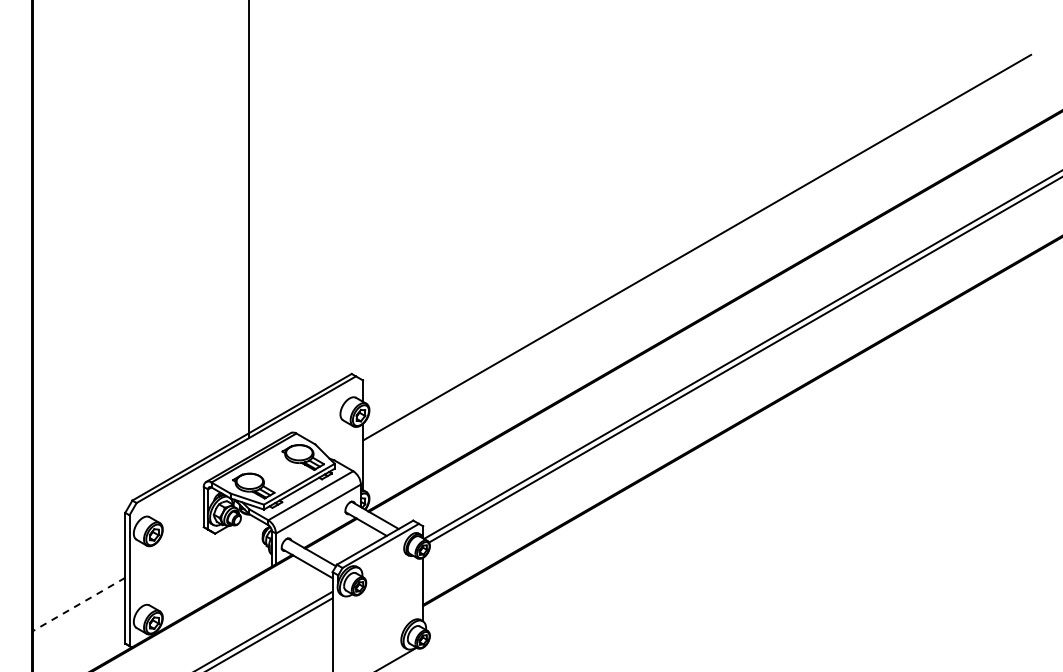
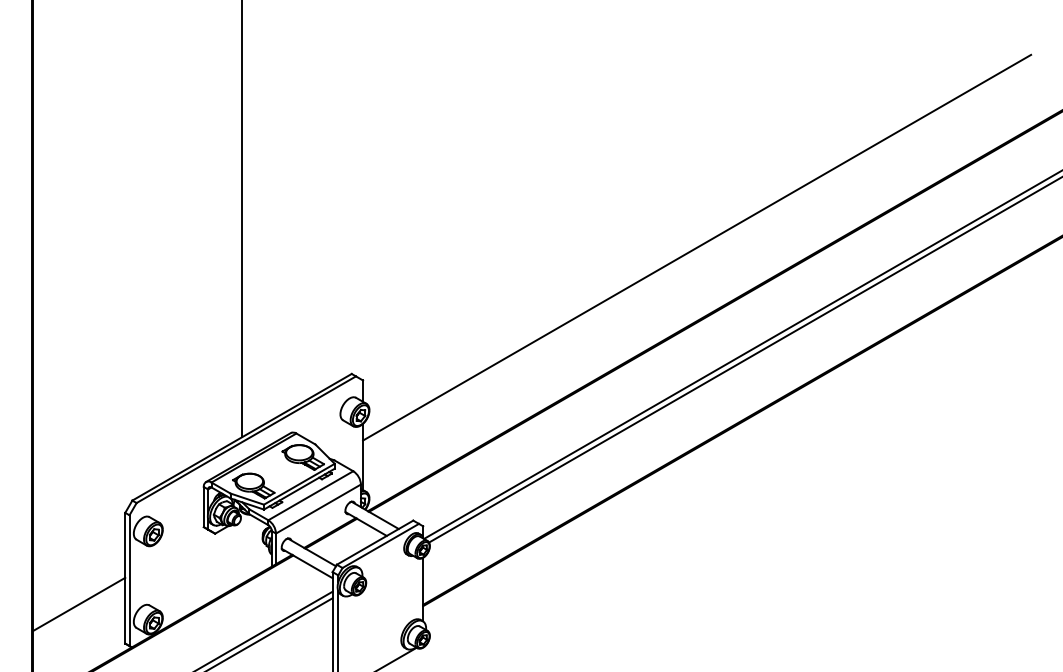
line at (249, 219) position: (249, 219) -> (242, 219)
line at (78, 604): dashed -> solid
line at (338, 629): none -> present
